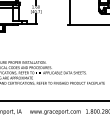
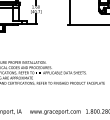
line at (54, 101): present -> none
